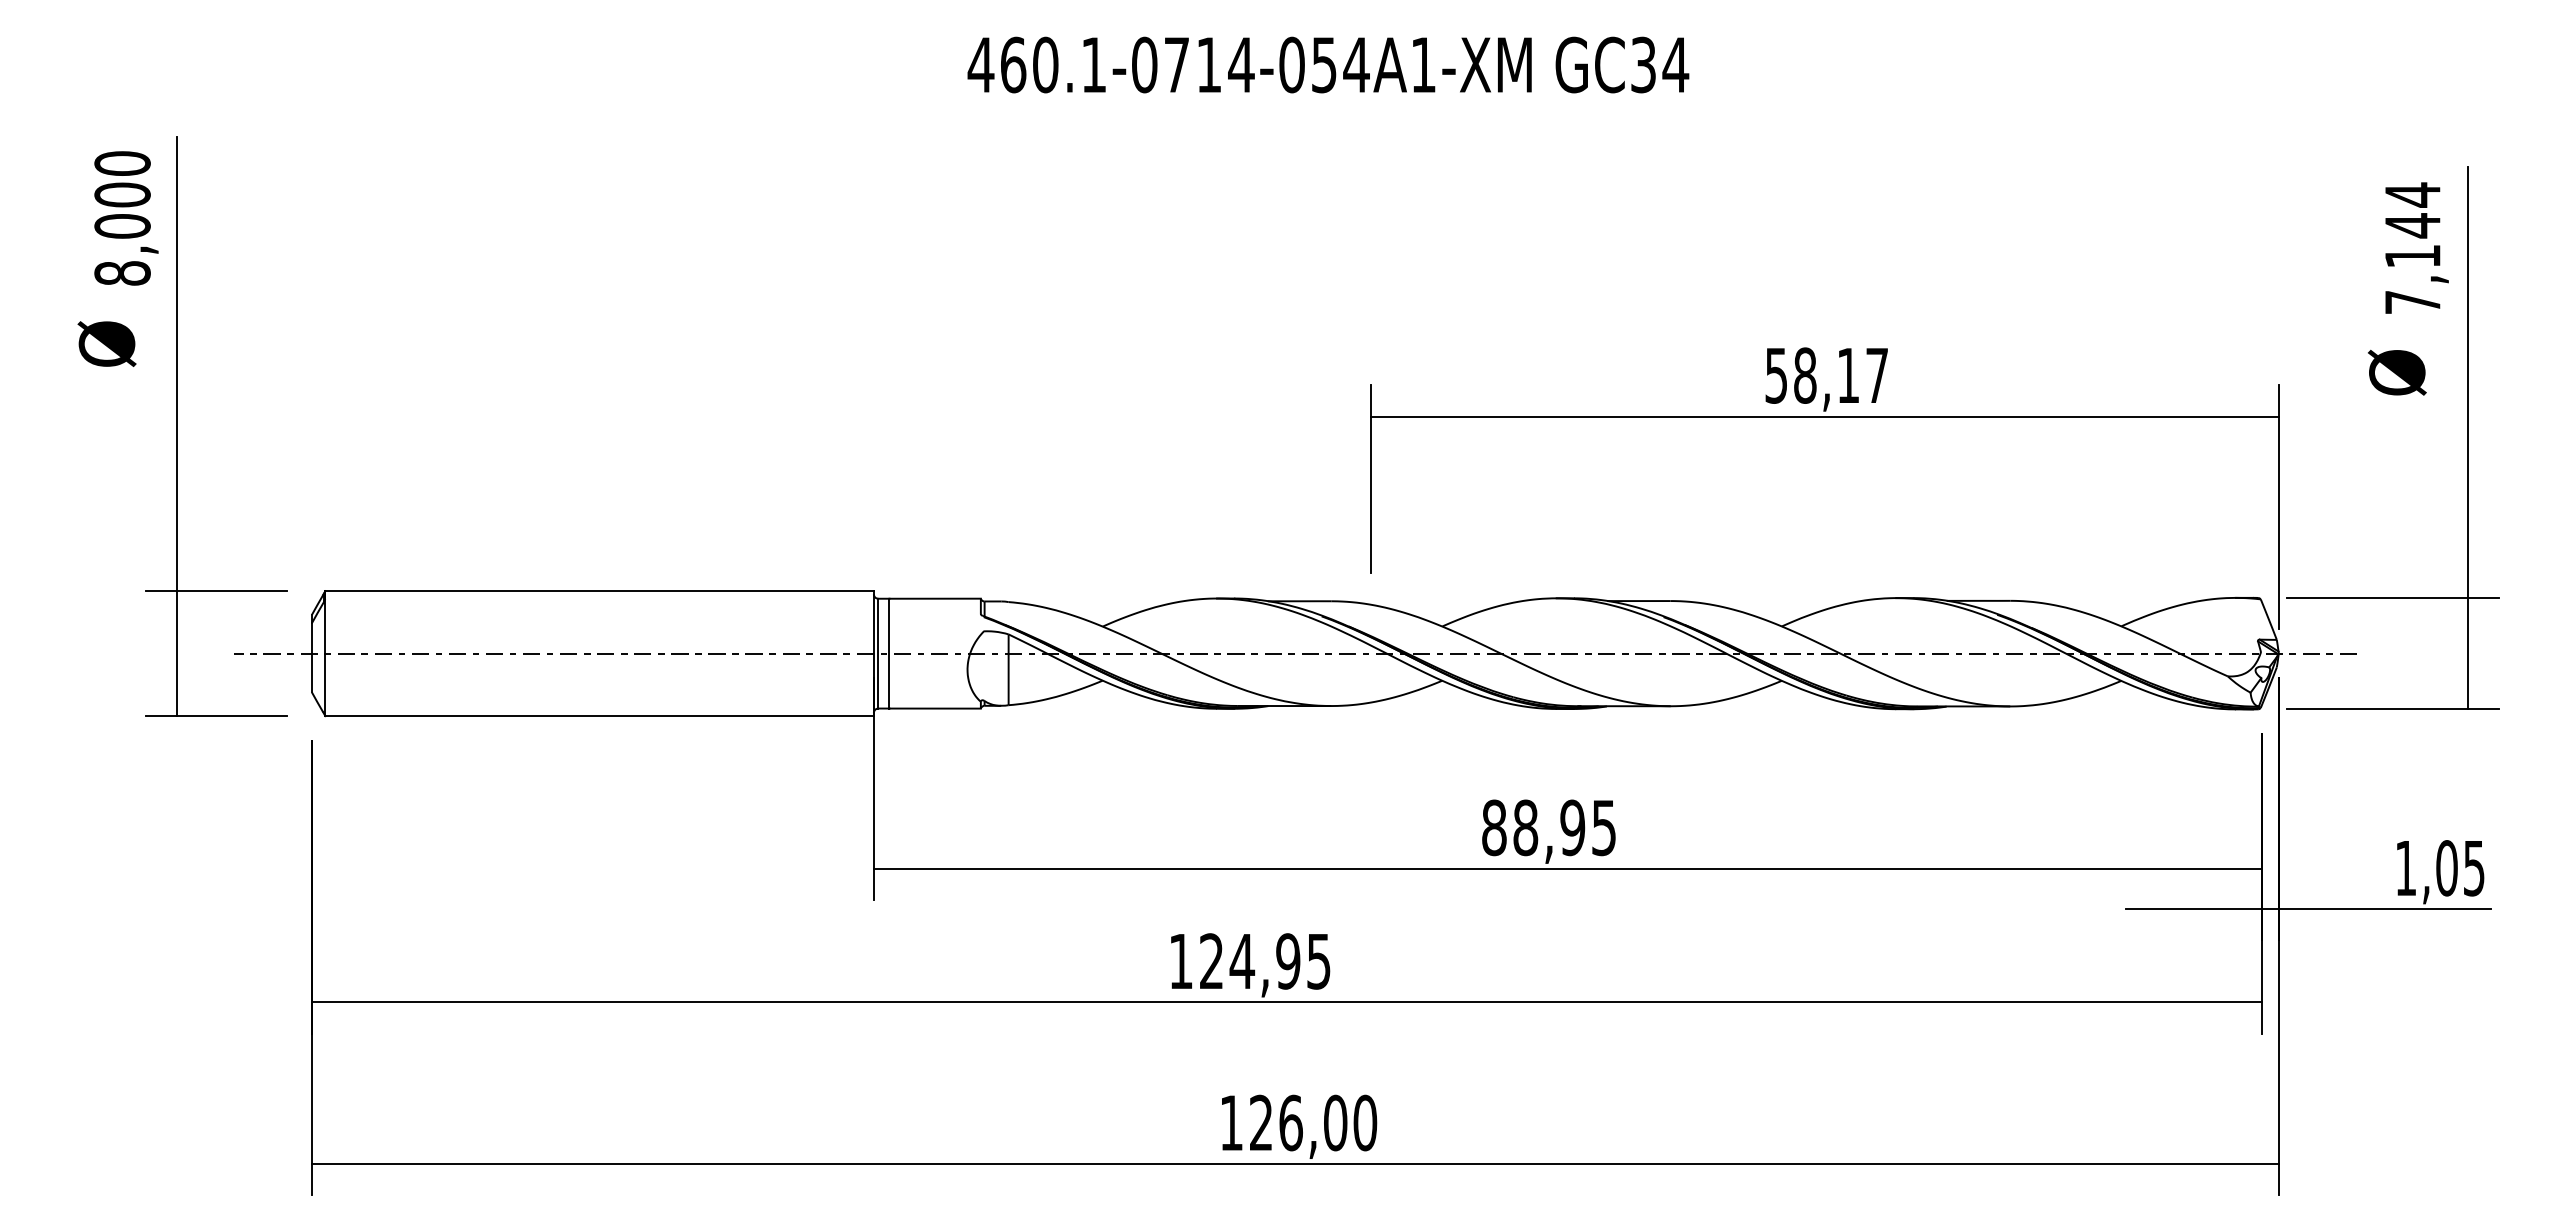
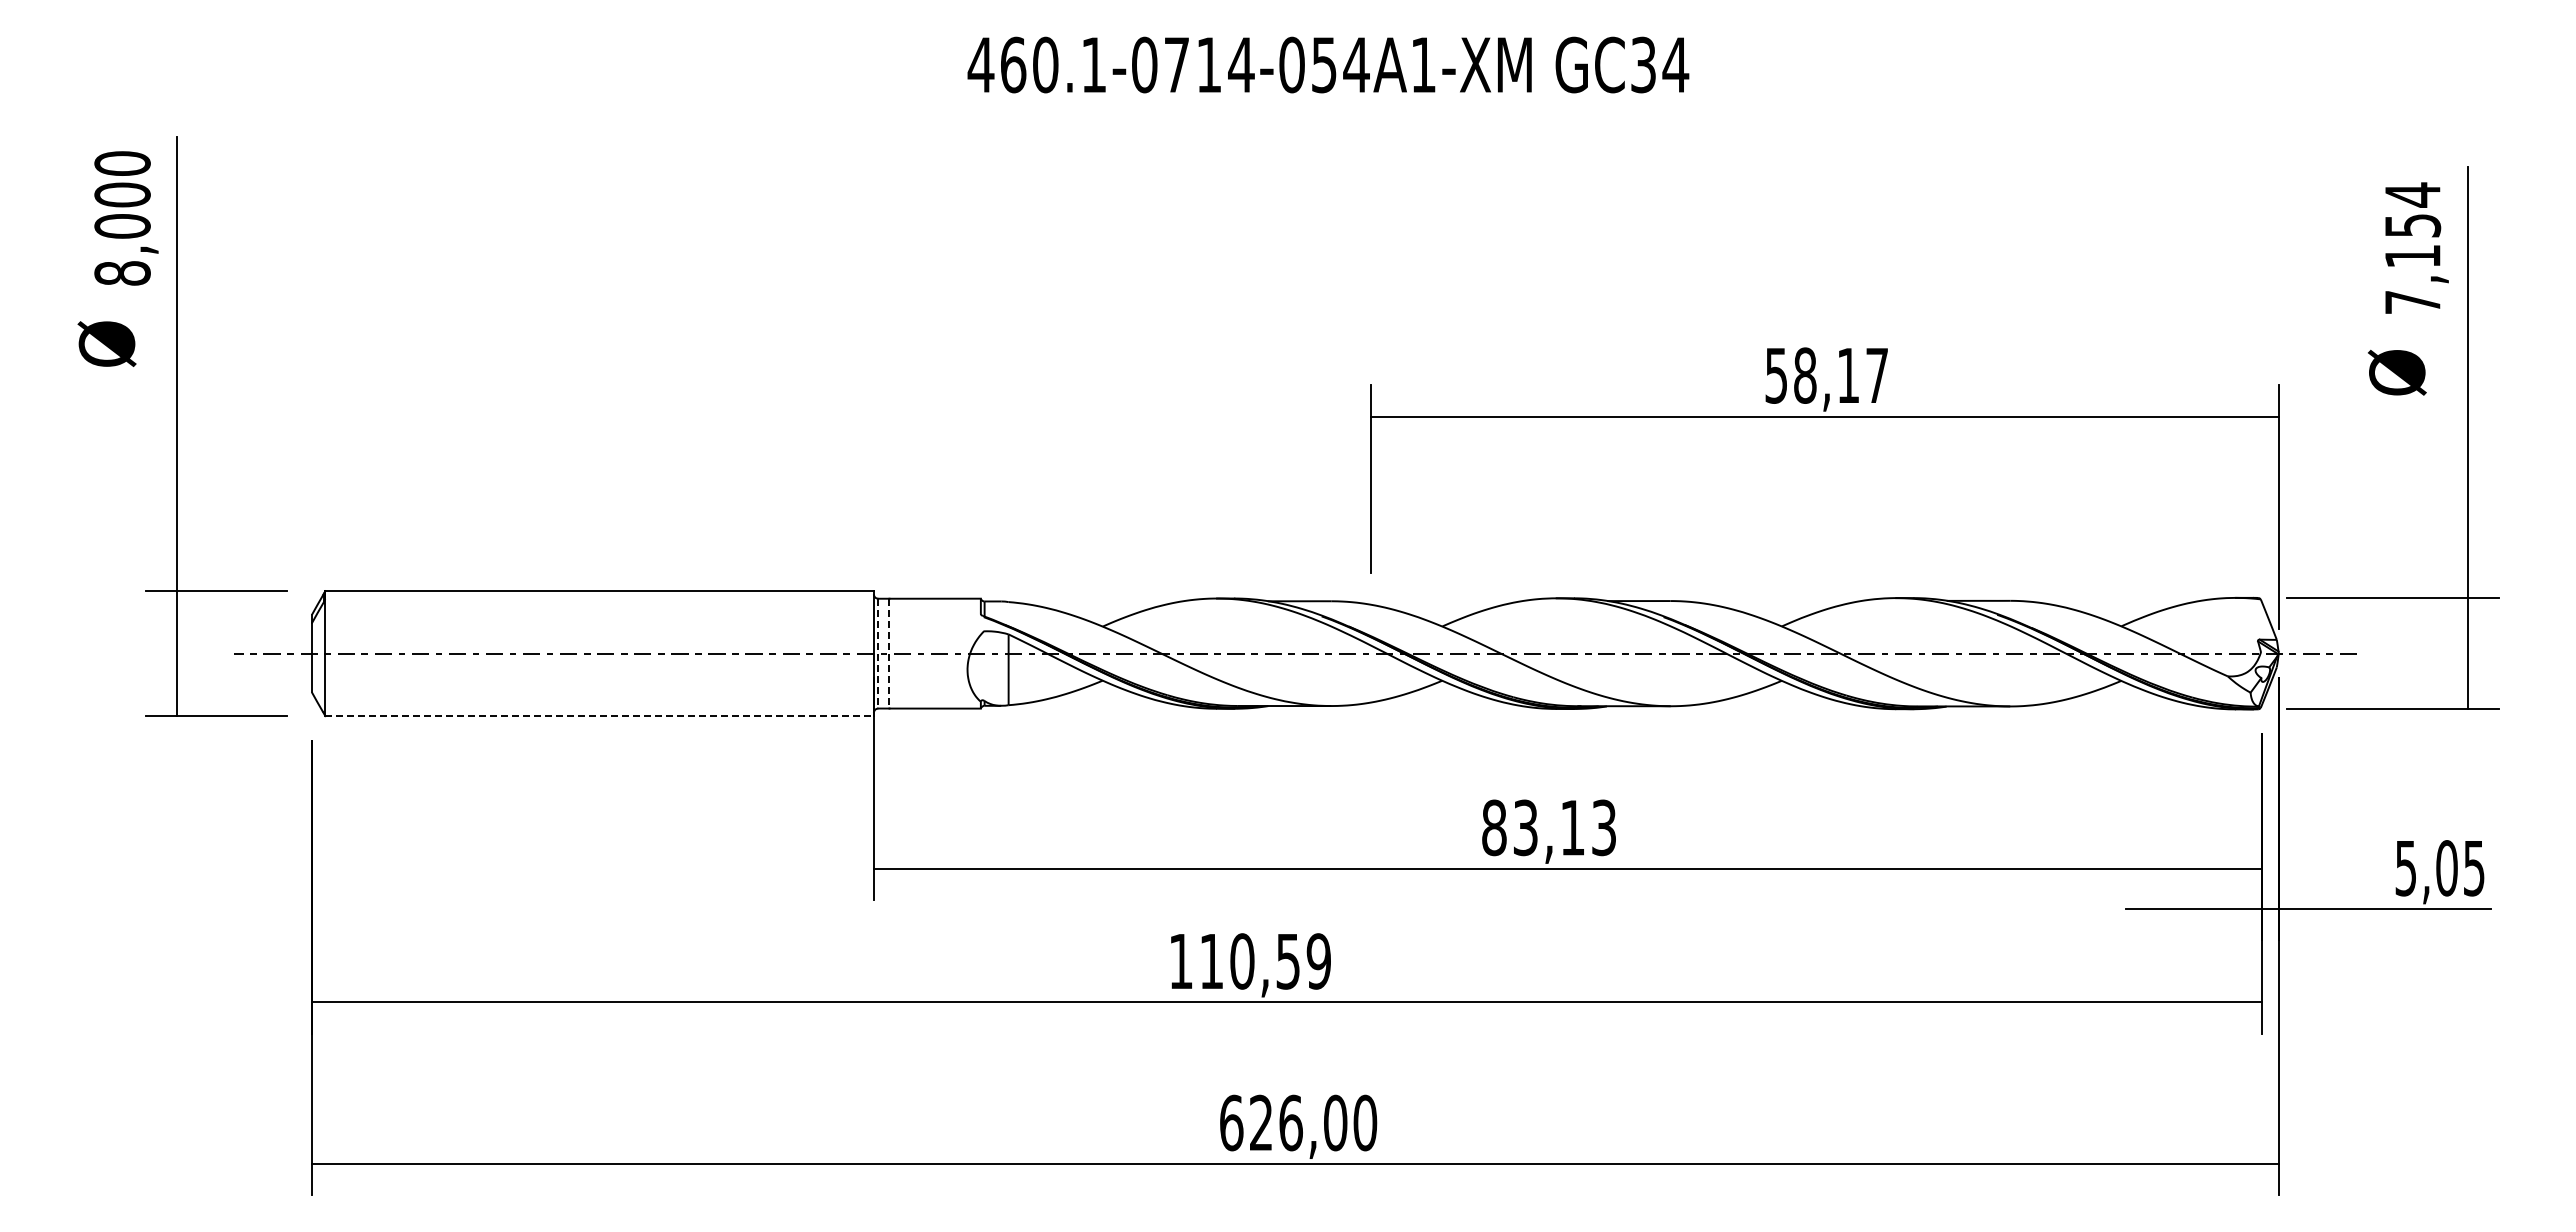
text at (2413, 225): 7,144 -> 7,154
line at (878, 653): solid -> dashed
line at (889, 653): solid -> dashed
line at (600, 716): solid -> dashed
text at (1564, 827): 88,95 -> 83,13
text at (2405, 868): 1,05 -> 5,05
text at (1265, 961): 124,95 -> 110,59
text at (1231, 1122): 126,00 -> 626,00
